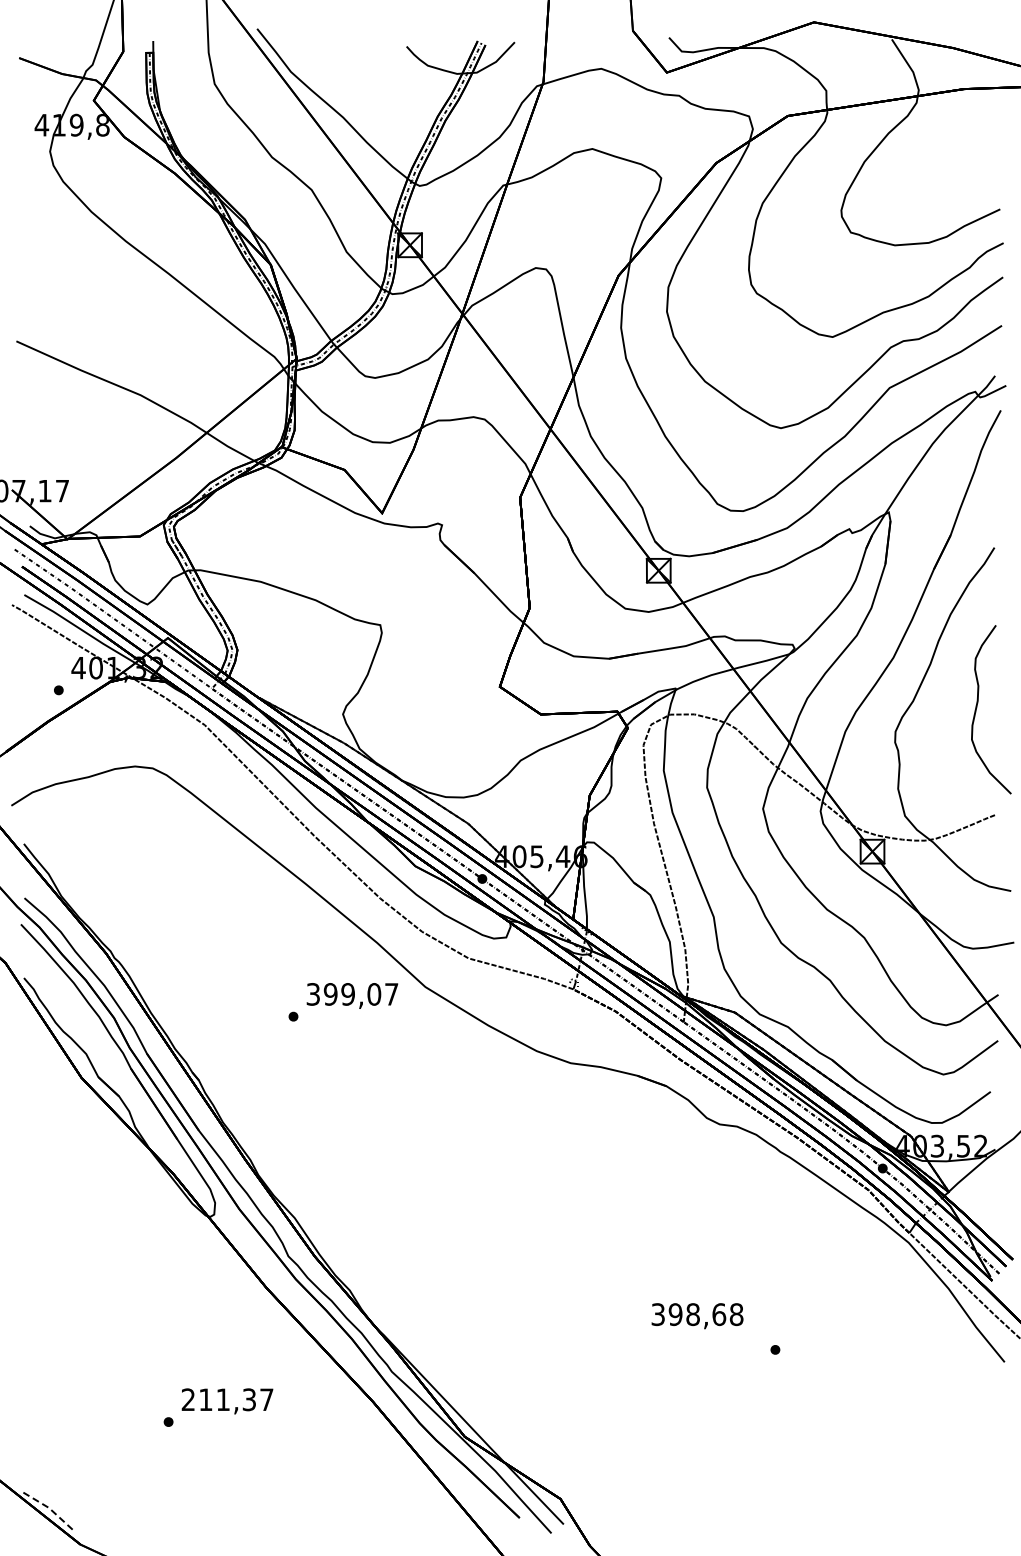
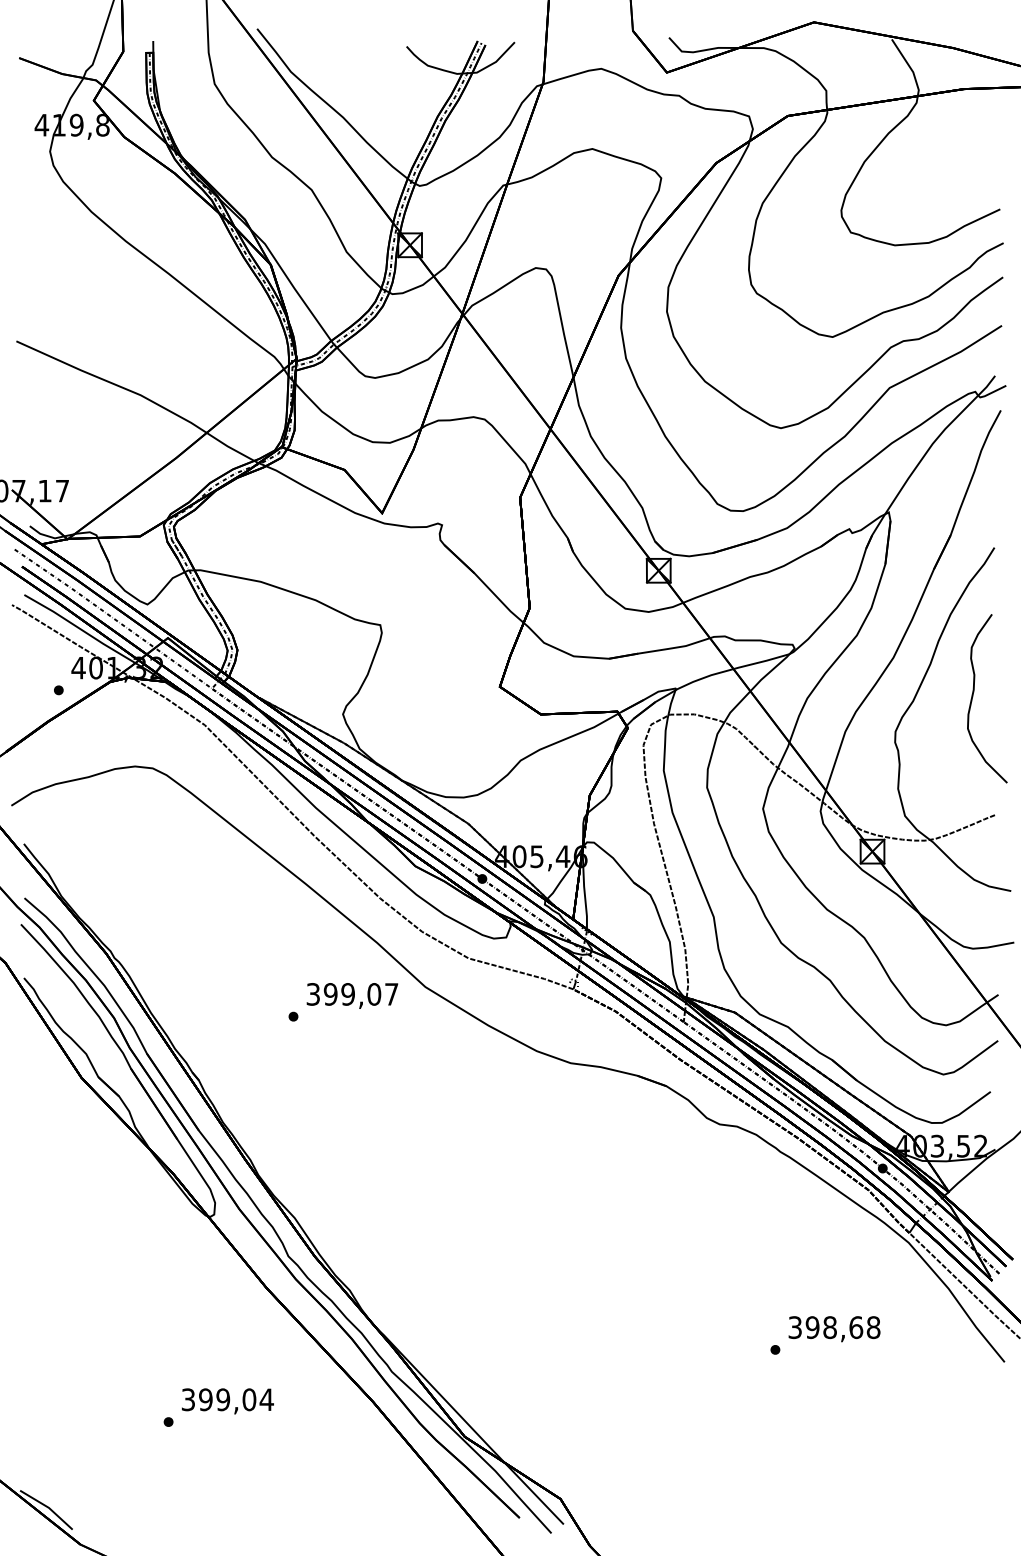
curve at (977, 707) position: (977, 707) -> (973, 696)
text at (697, 1316) position: (697, 1316) -> (834, 1329)
text at (227, 1399): 211,37 -> 399,04
line at (48, 1507): dashed -> solid
